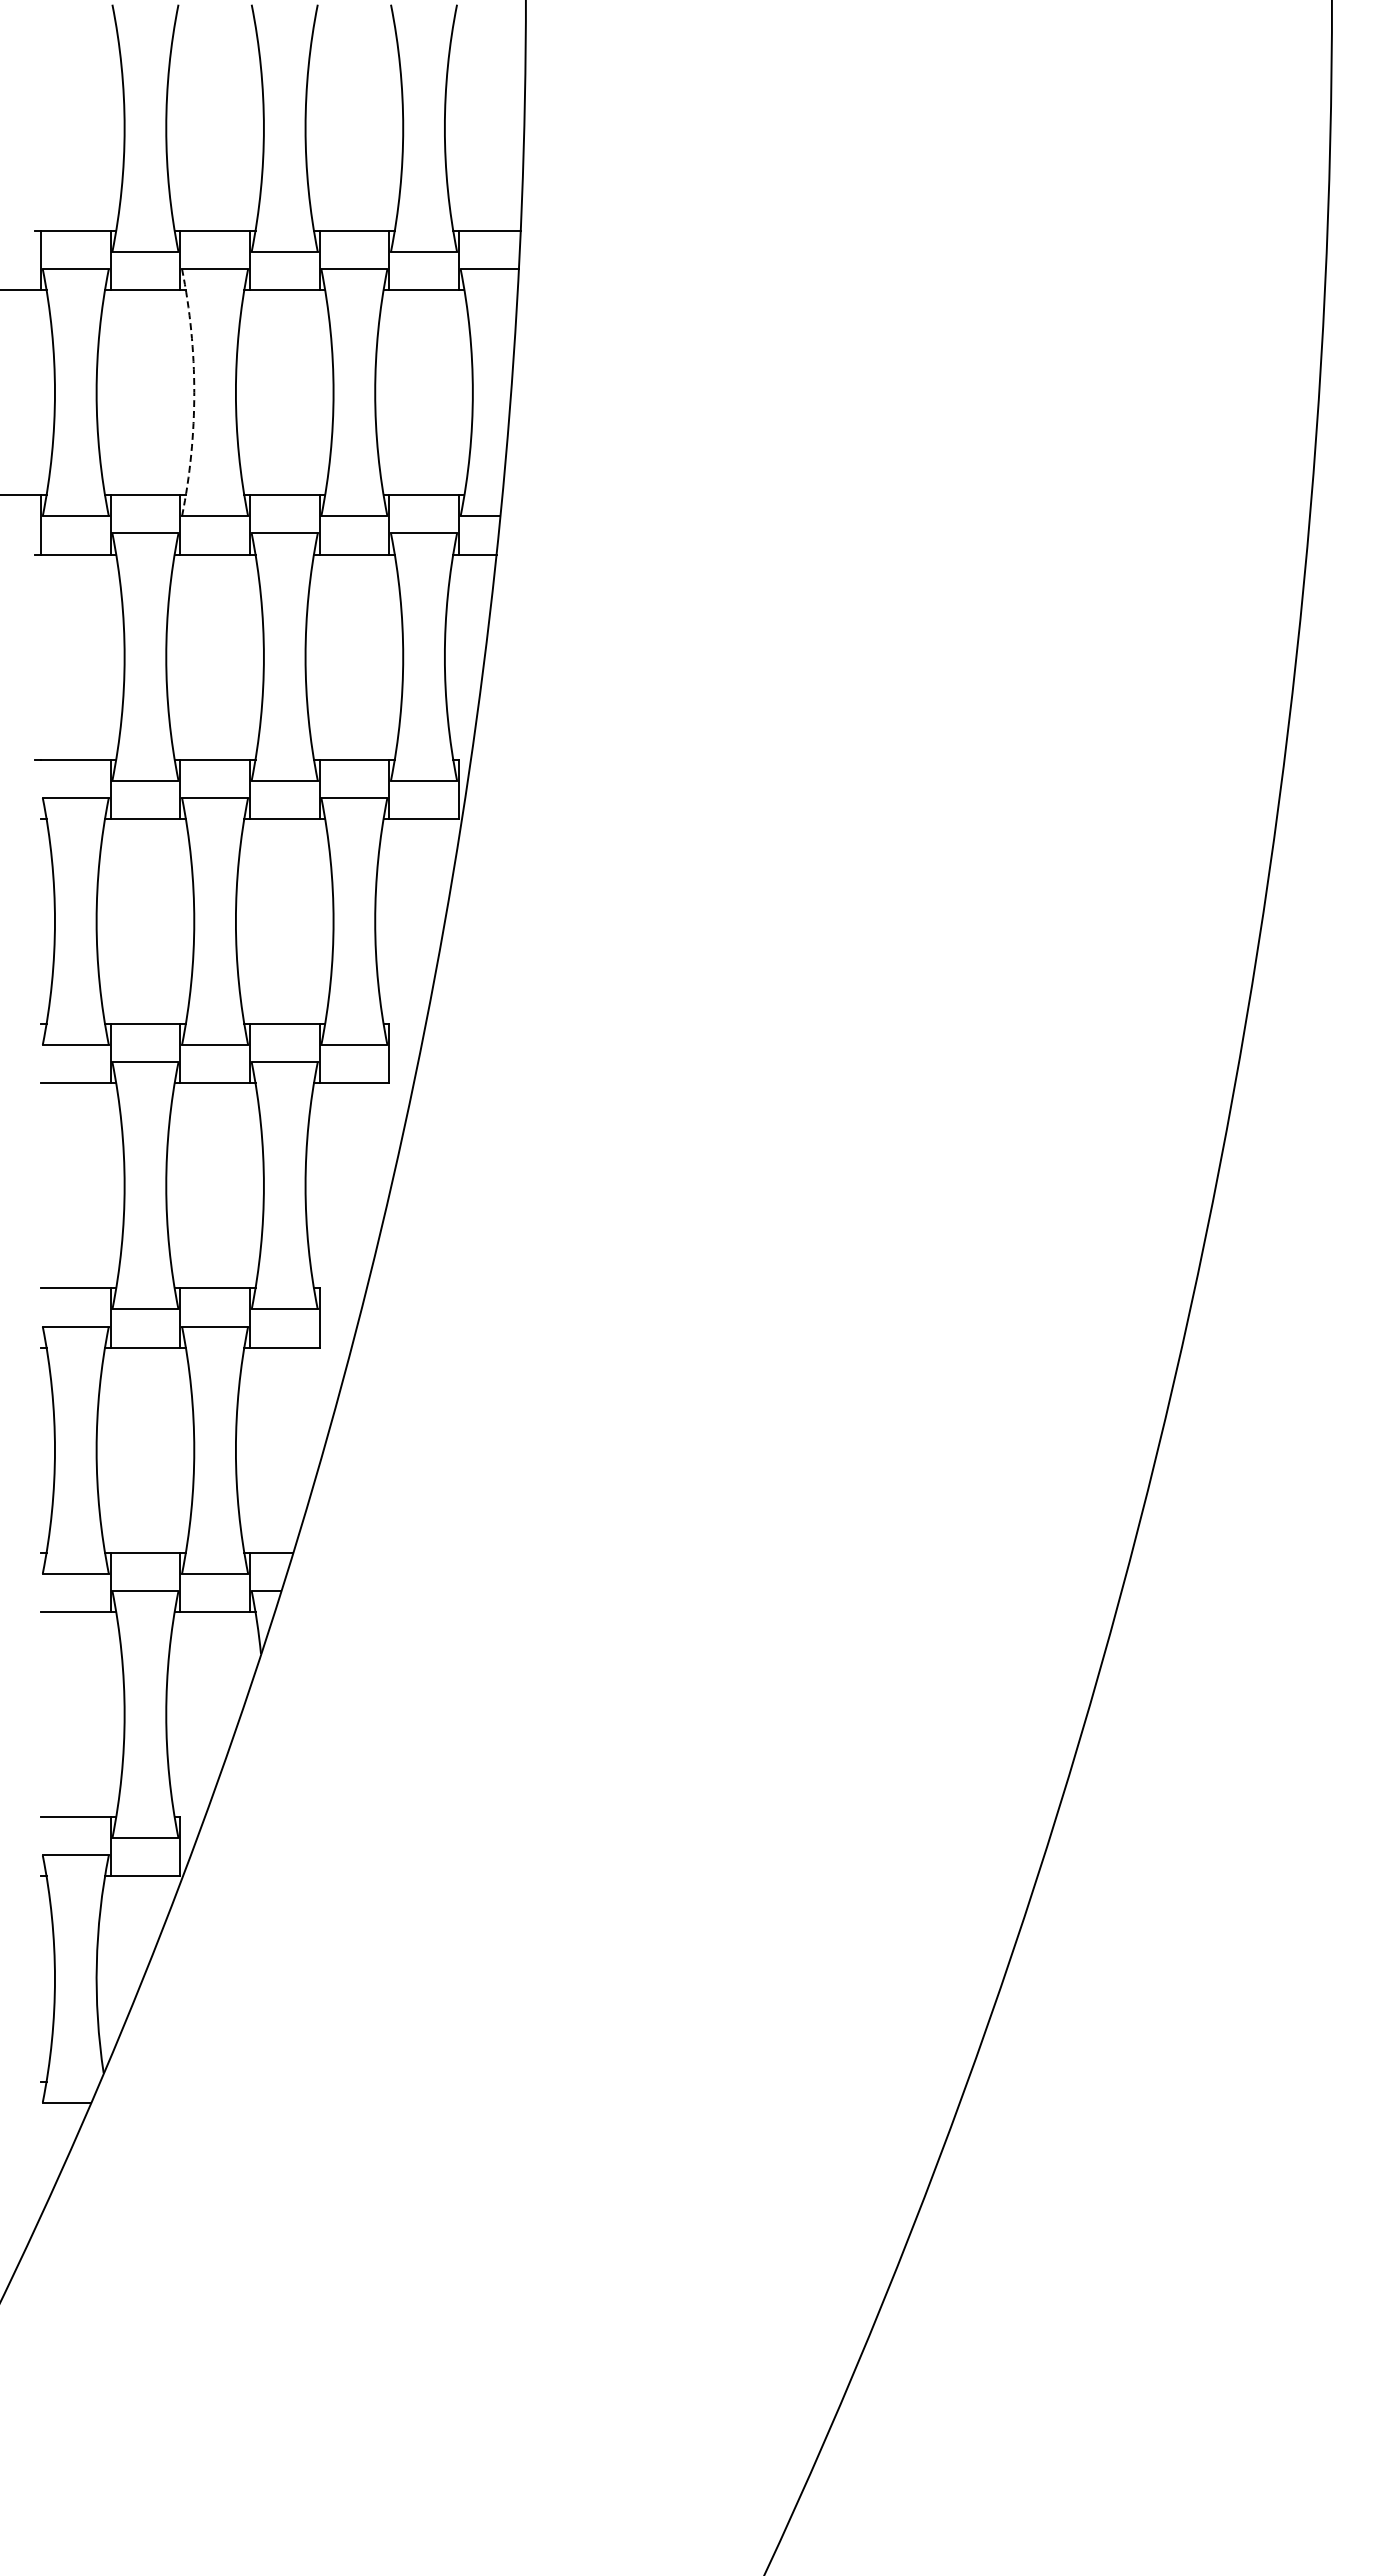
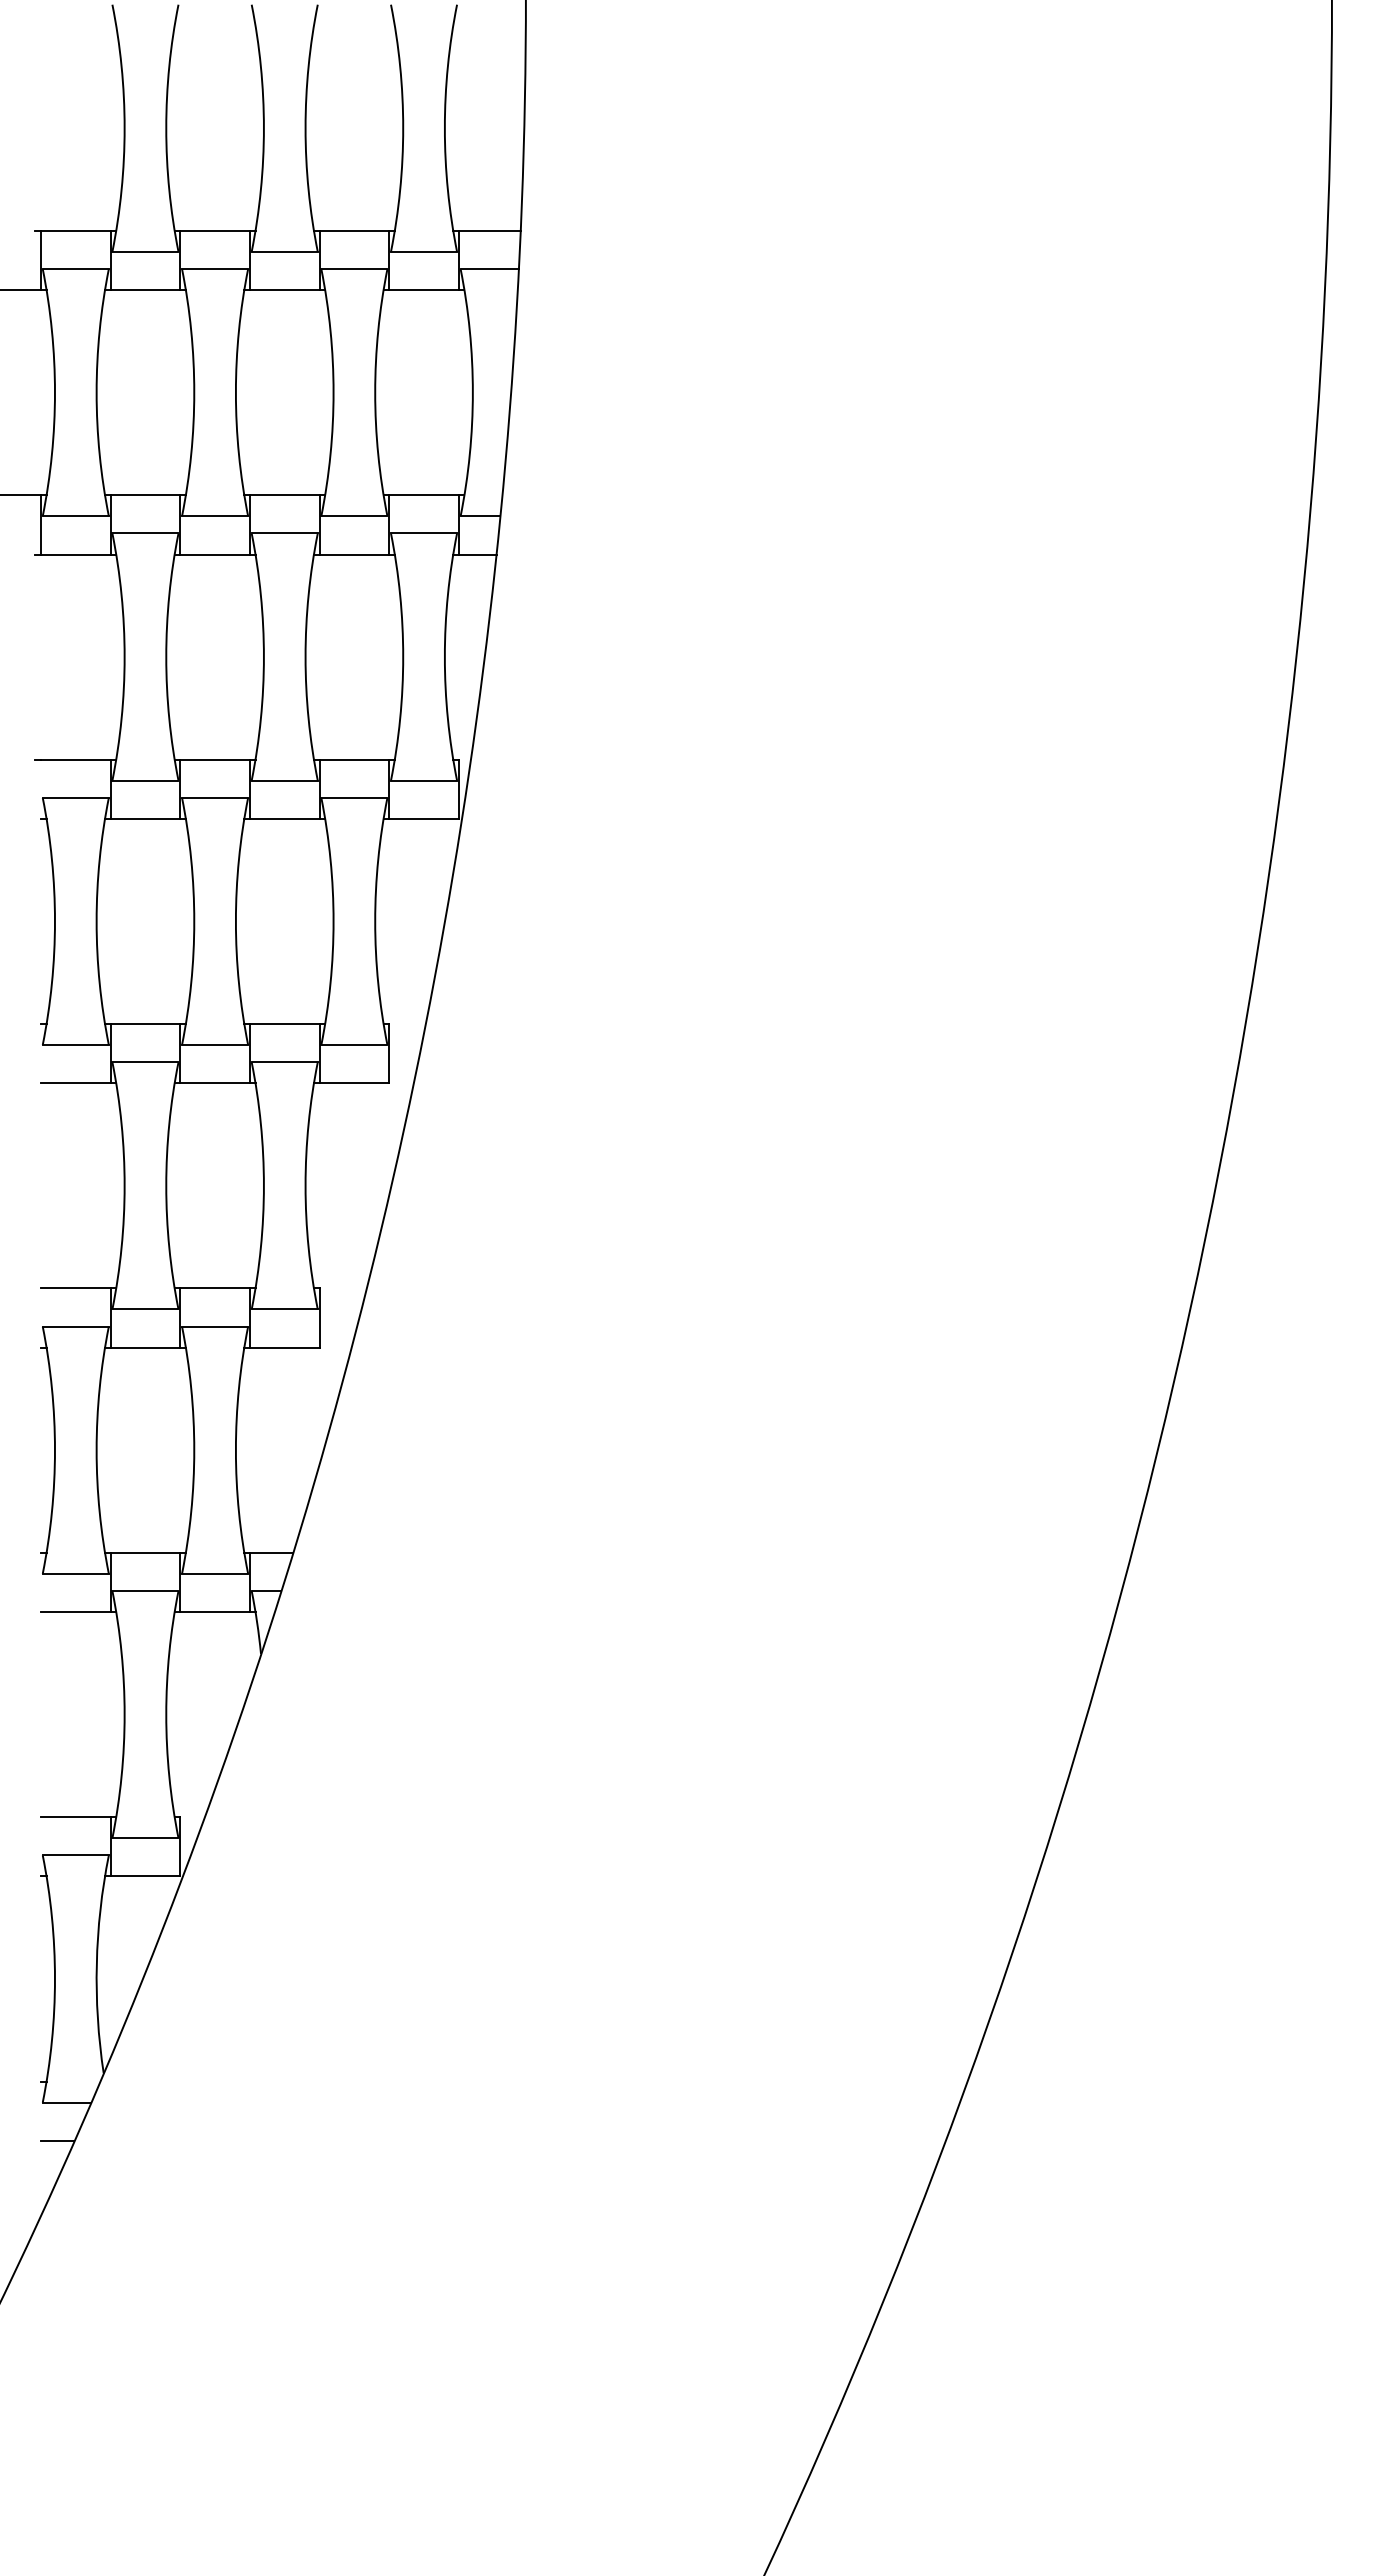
arc at (194, 392): dashed -> solid
line at (57, 2140): none -> present
